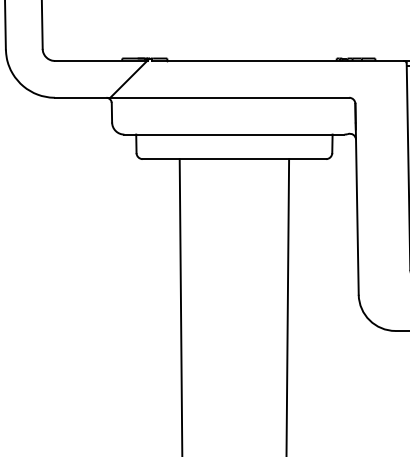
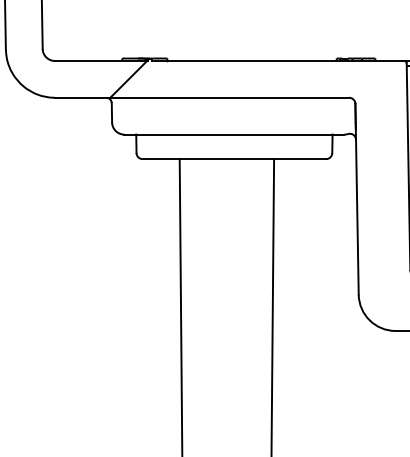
line at (287, 306) position: (287, 306) -> (272, 306)
